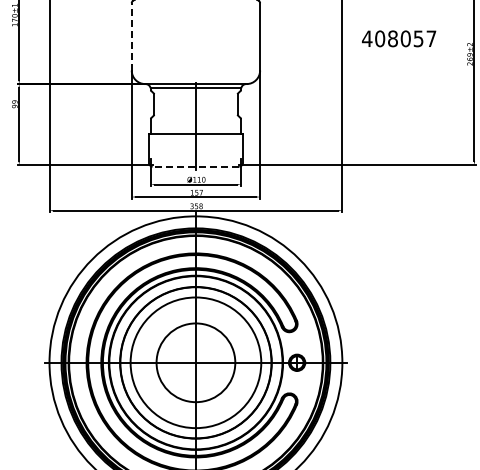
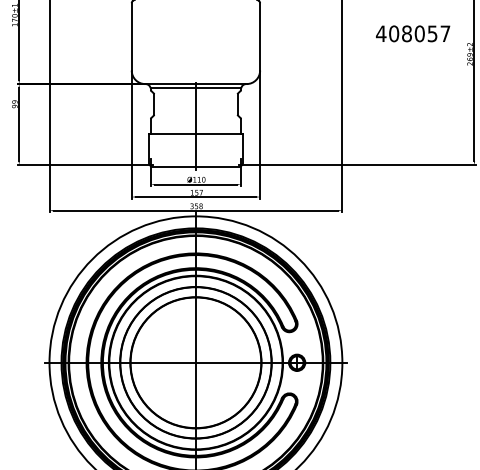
line at (131, 36): dashed -> solid
text at (399, 38) position: (399, 38) -> (413, 33)
line at (195, 166): dashed -> solid
circle at (195, 362) diameter: 79 px -> 131 px
